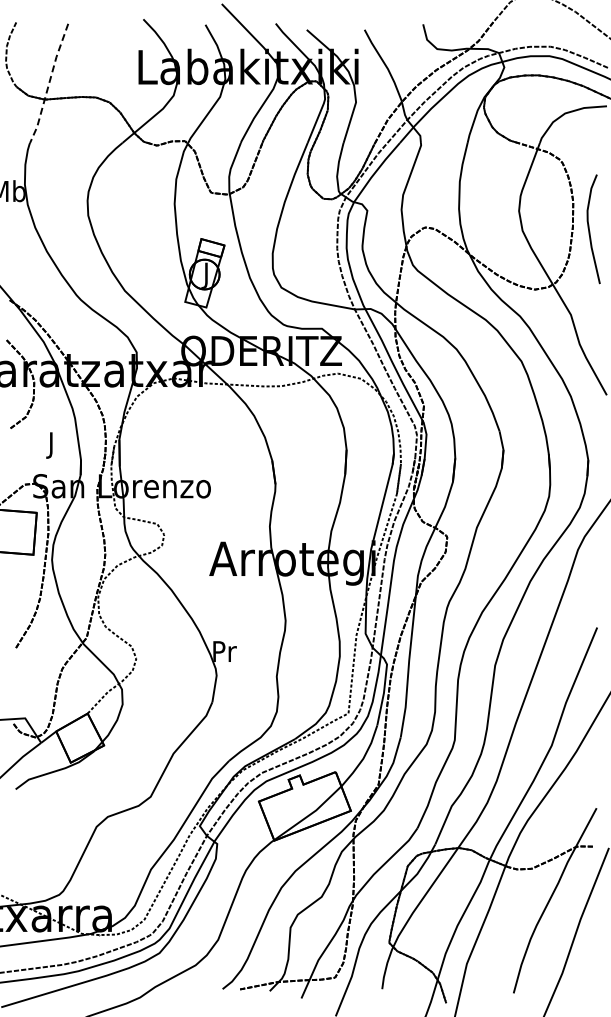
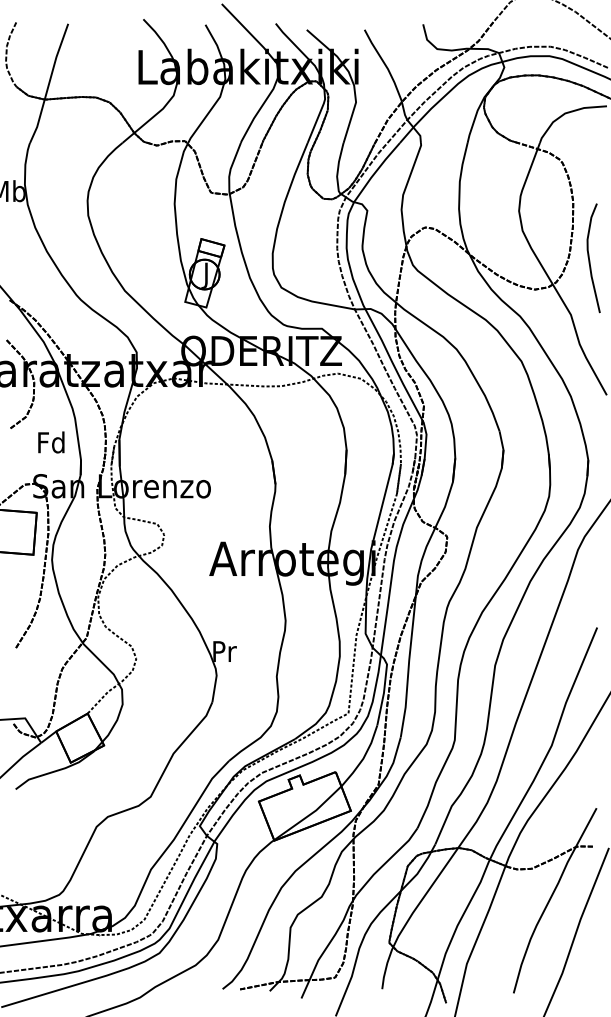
line at (49, 83): dashed -> solid
curve at (590, 231) position: (590, 231) -> (590, 260)
text at (51, 444): J -> Fd
